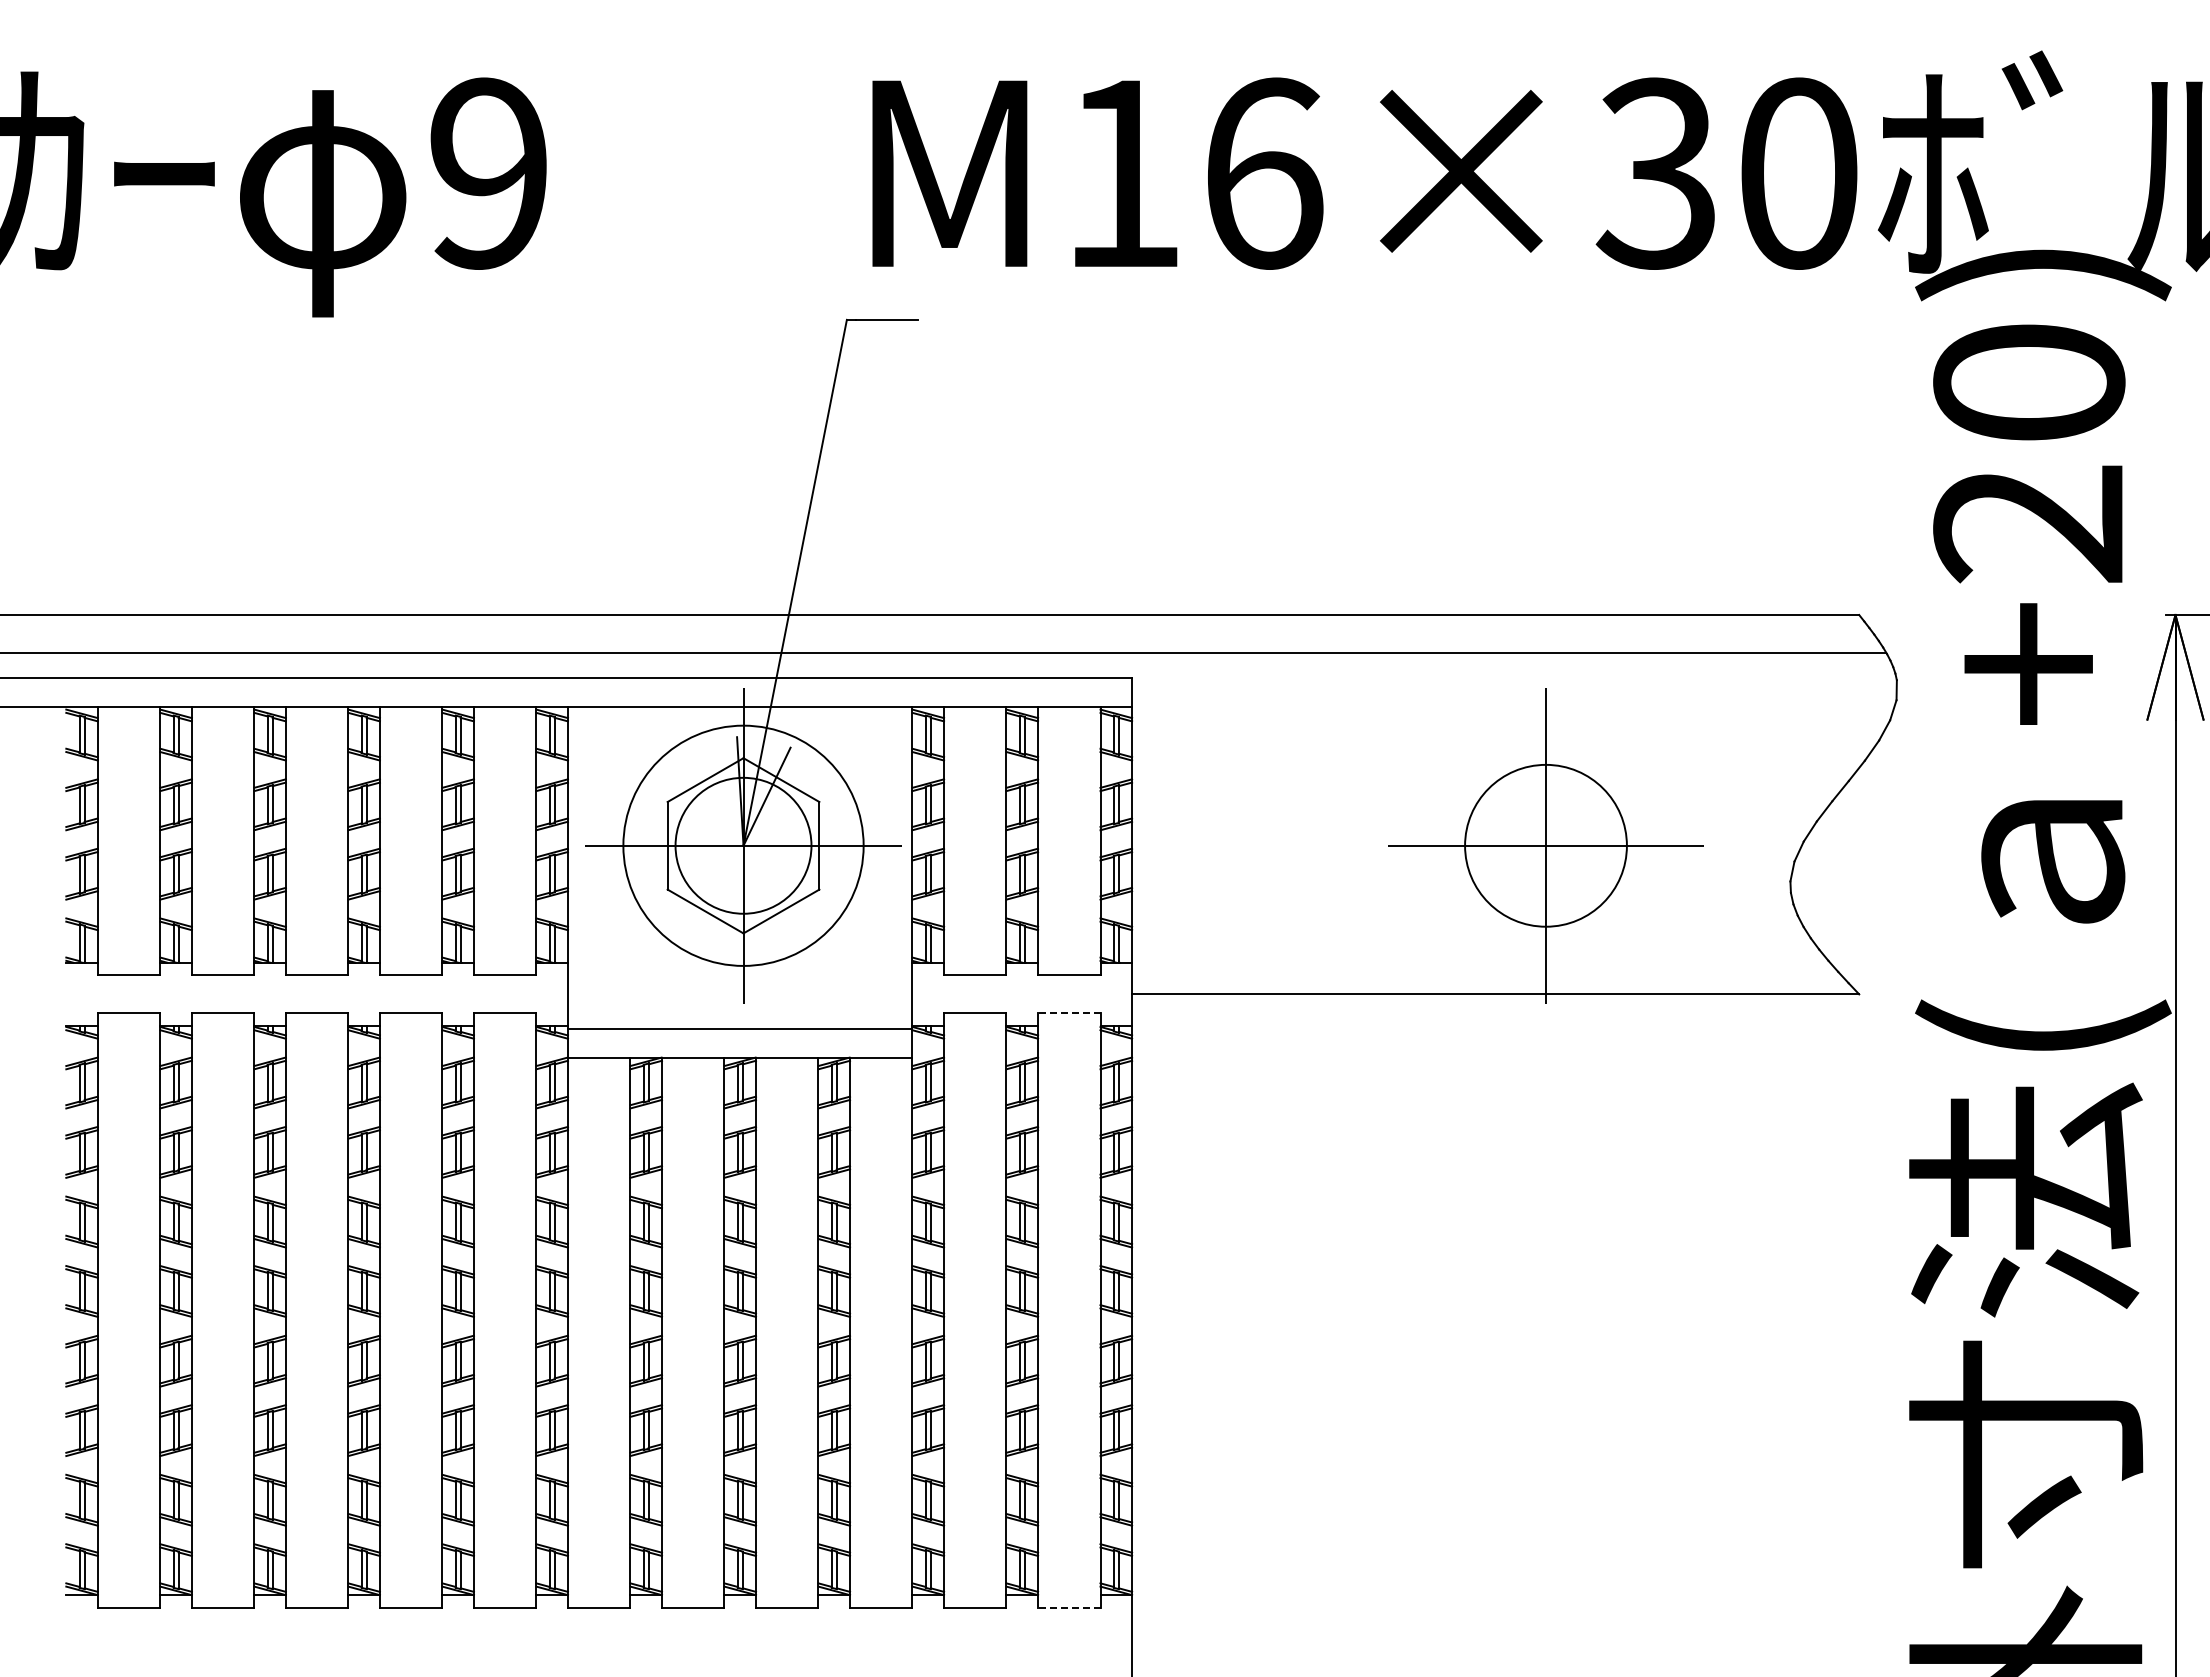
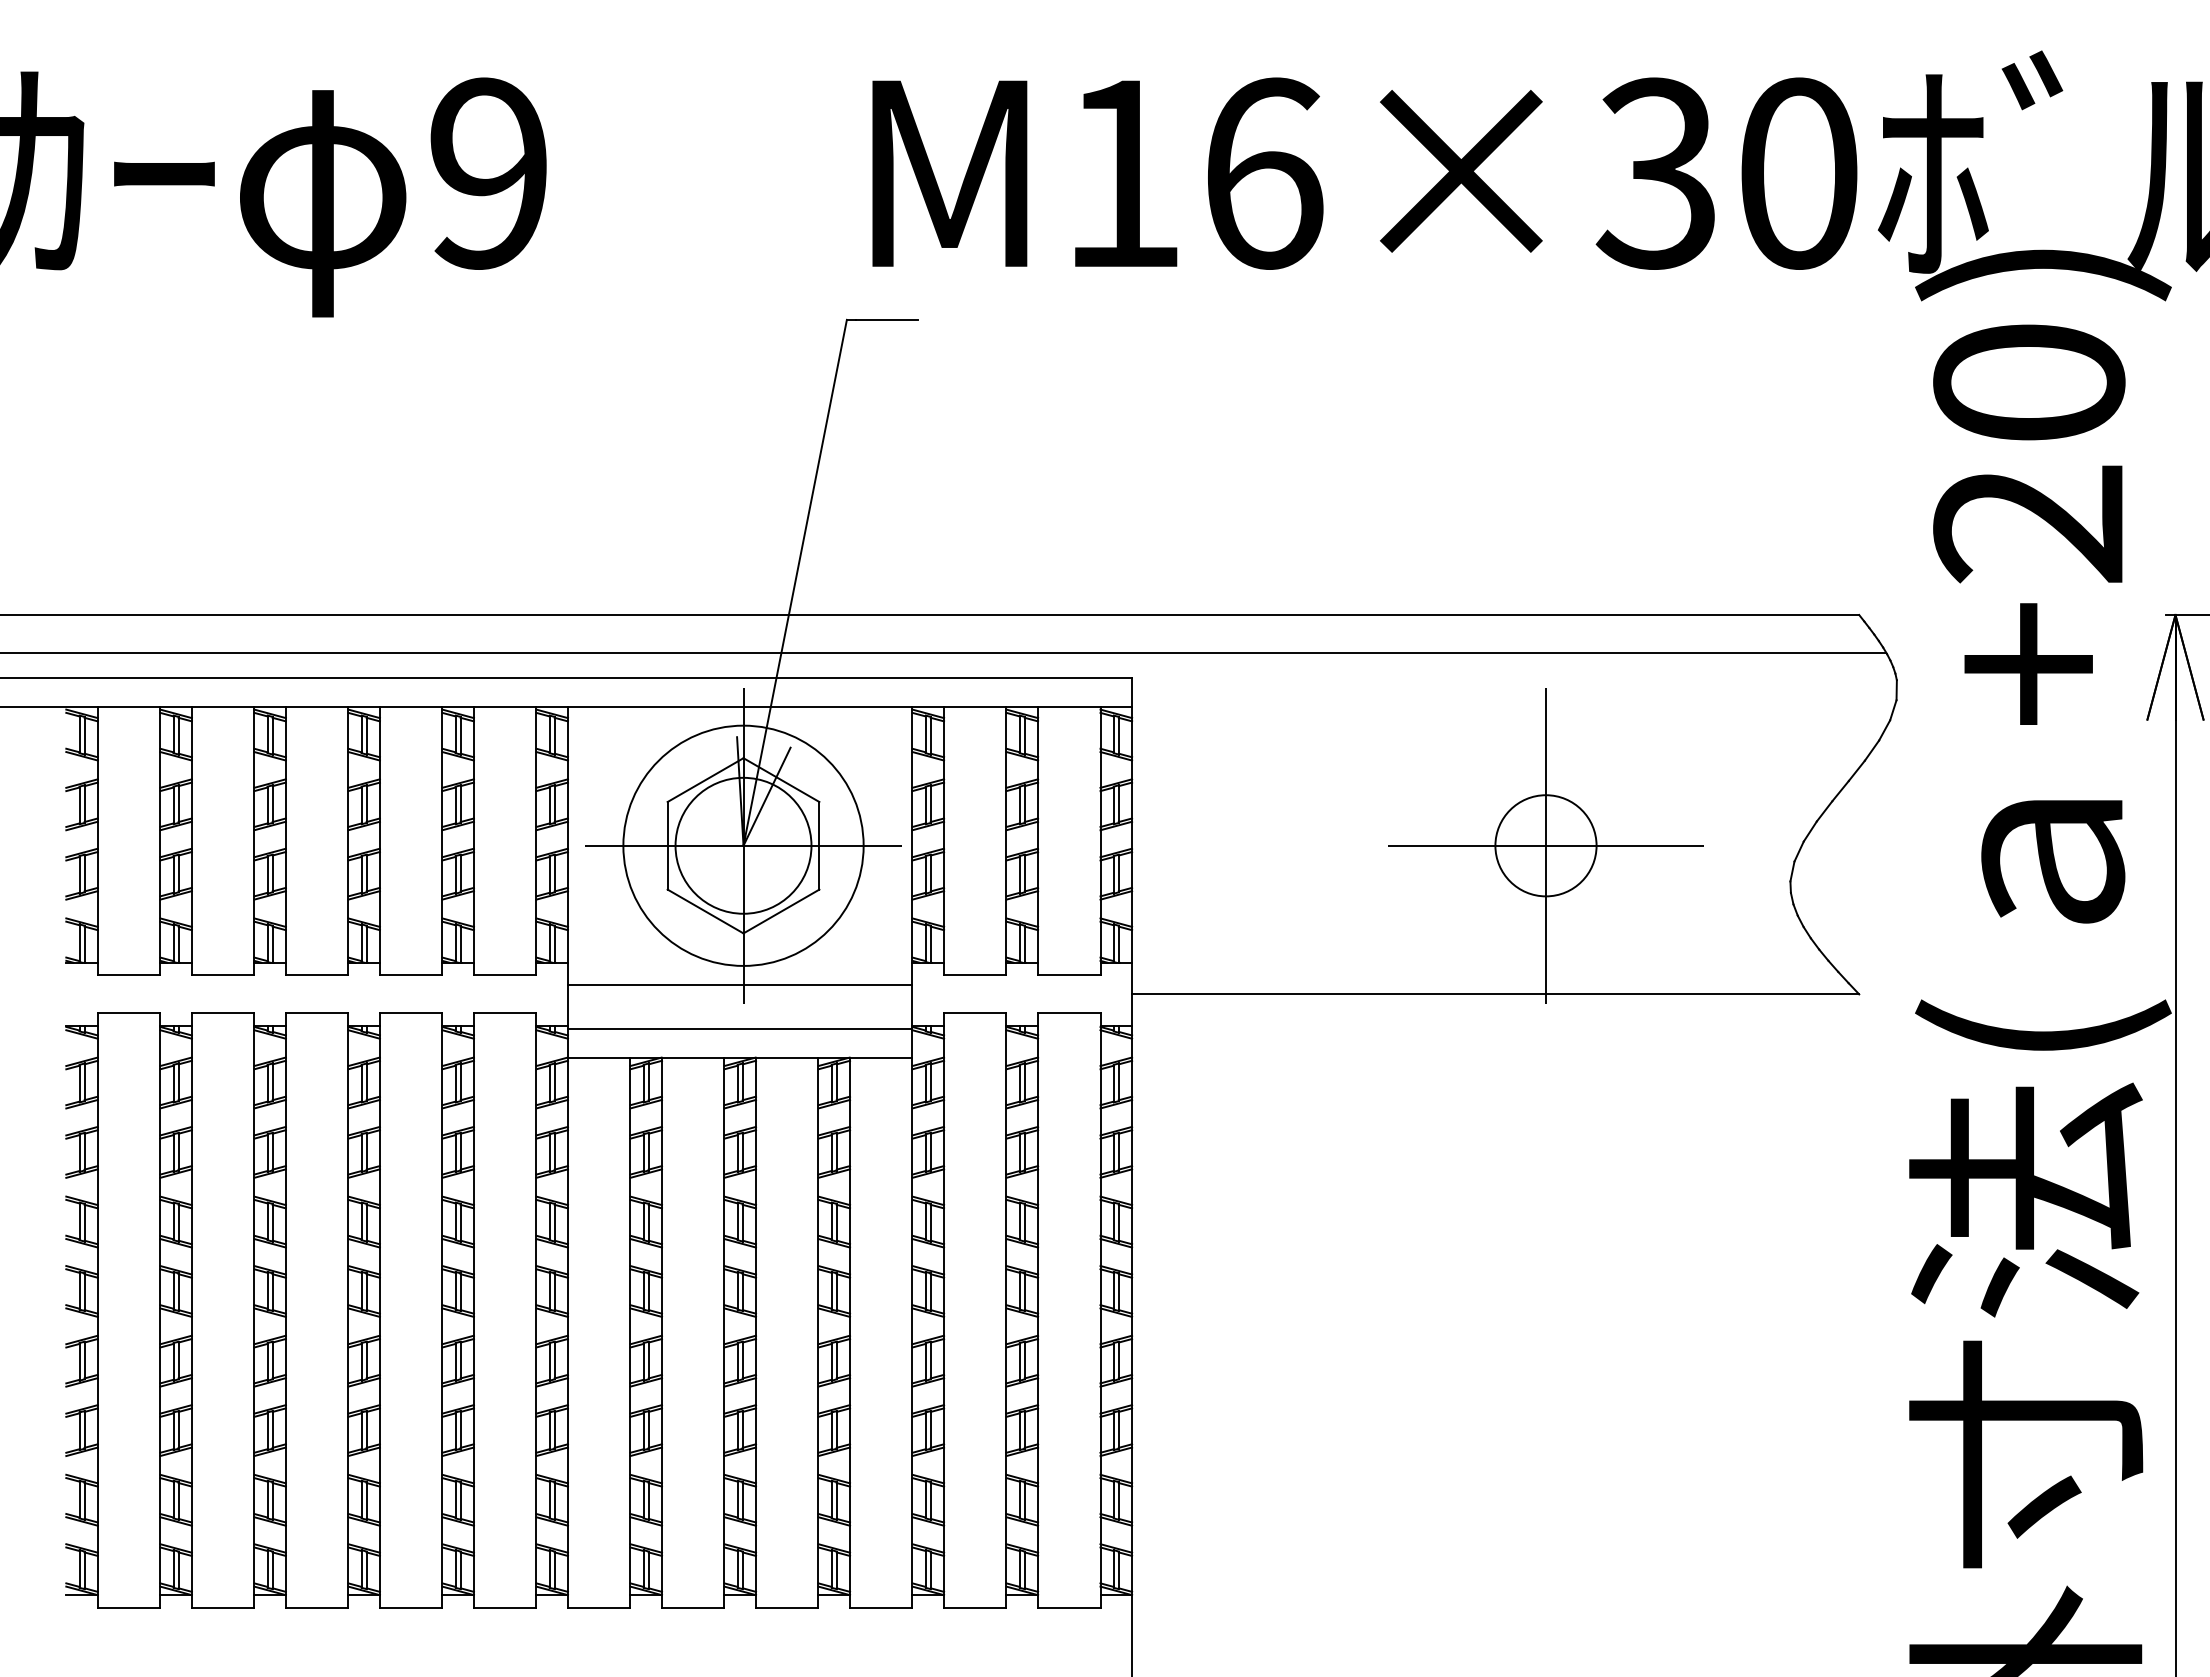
circle at (1545, 845) diameter: 162 px -> 101 px
line at (740, 984): none -> present
line at (1068, 1013): dashed -> solid
line at (1068, 1607): dashed -> solid
